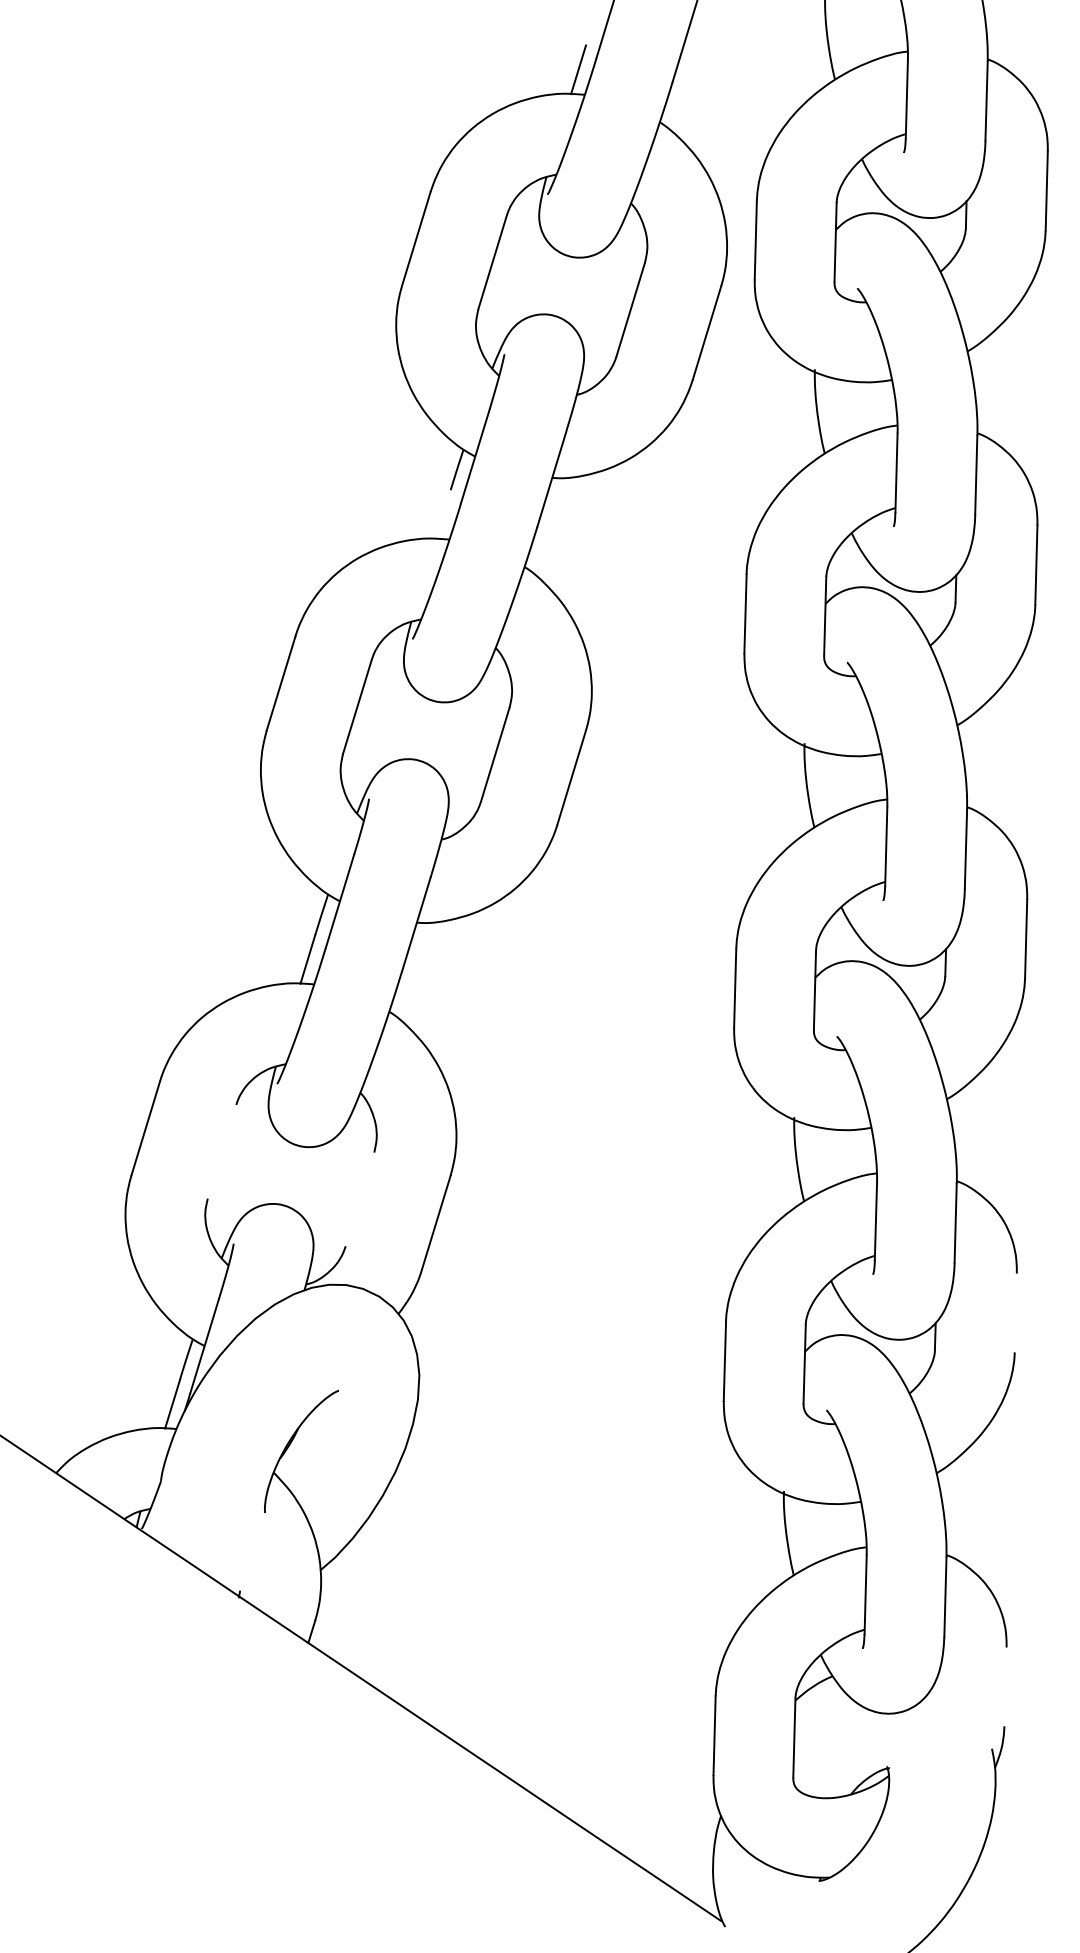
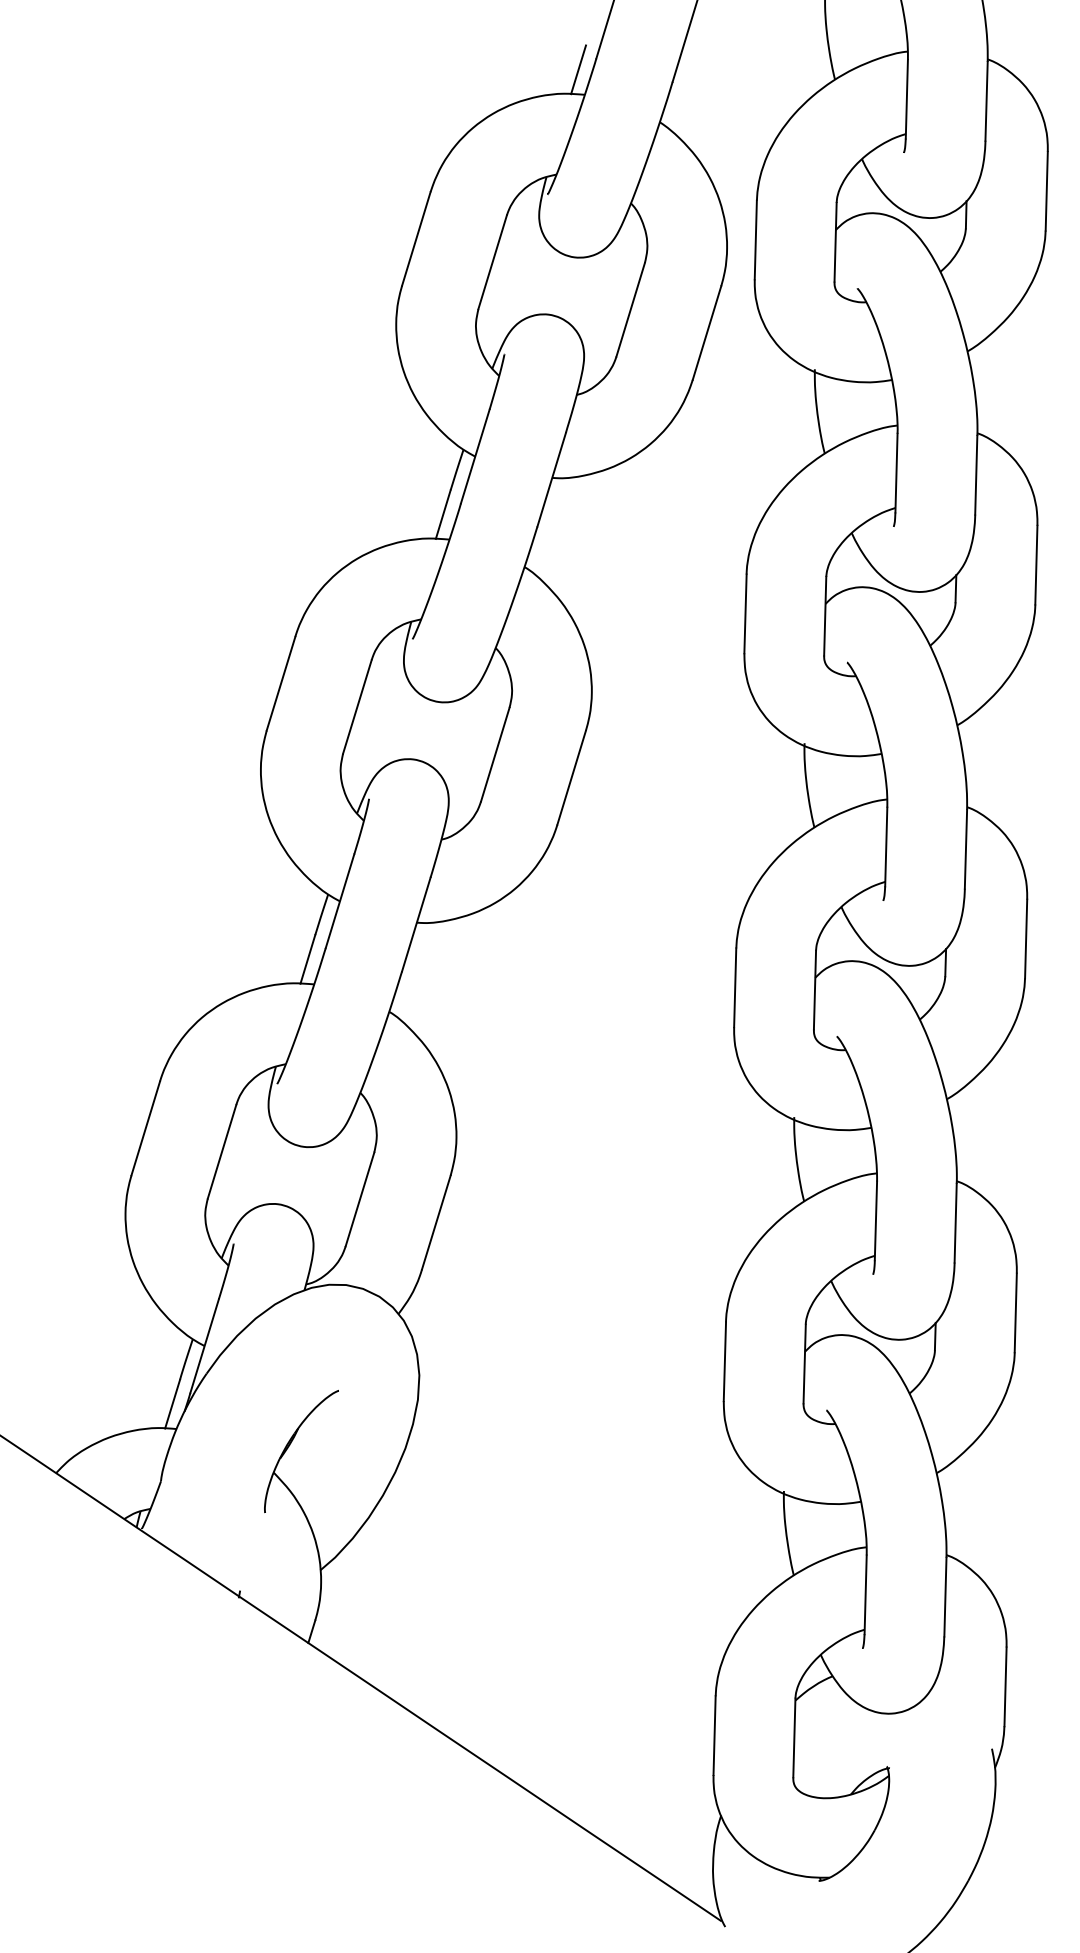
line at (442, 514): none -> present
line at (221, 1151): none -> present
line at (359, 1199): none -> present
line at (1015, 1312): none -> present
line at (1005, 1686): none -> present
